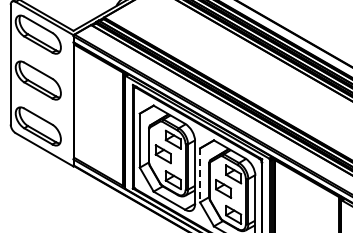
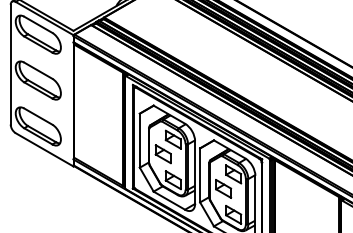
line at (200, 175): dashed -> solid
